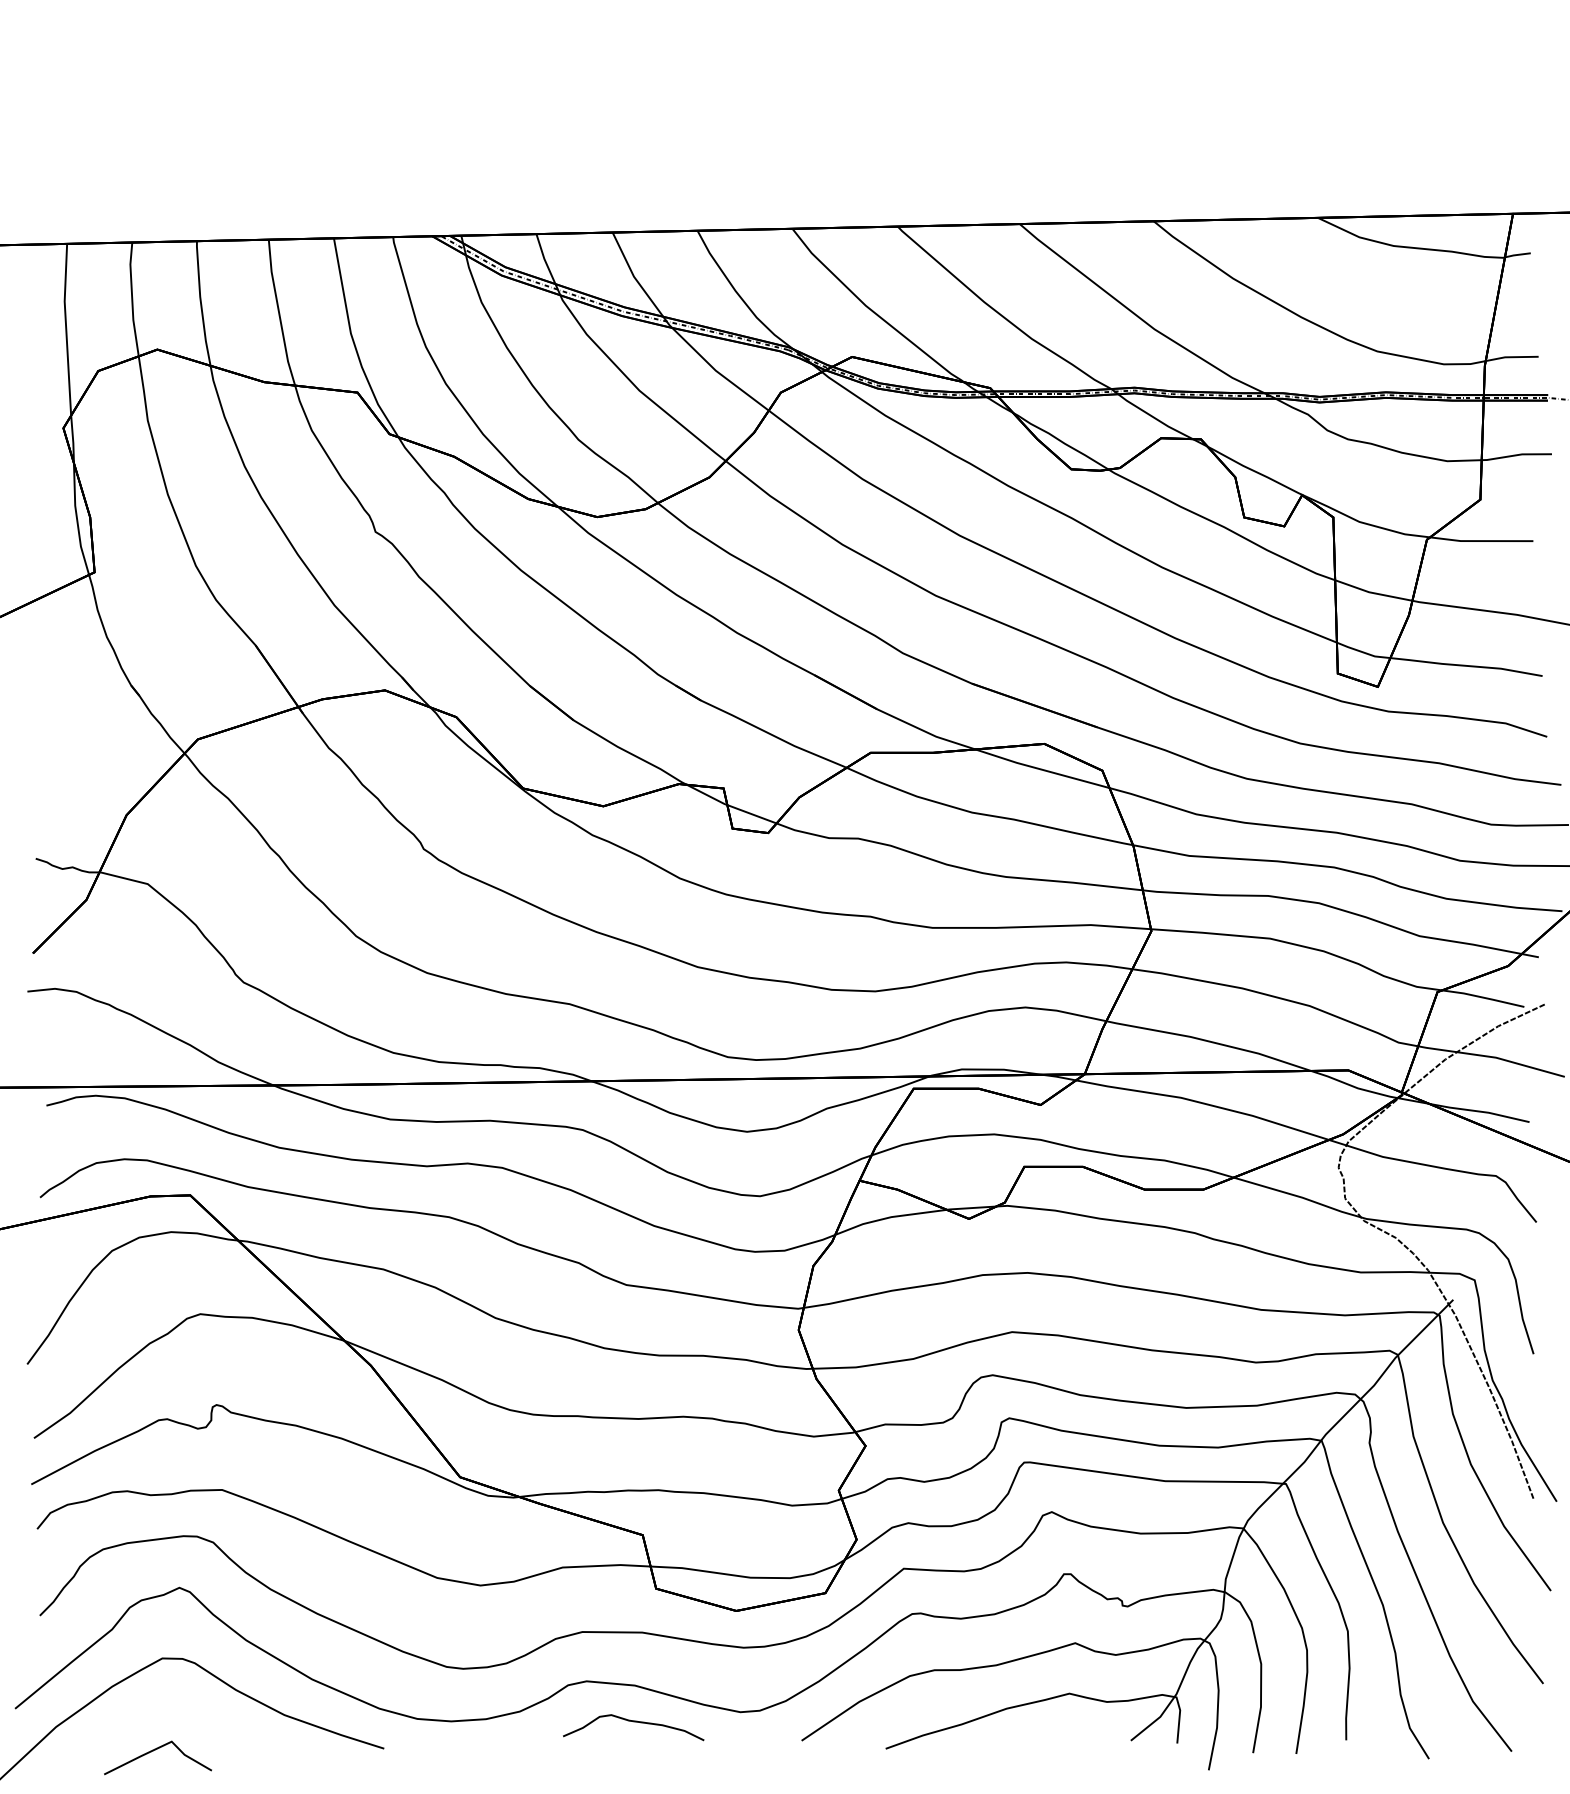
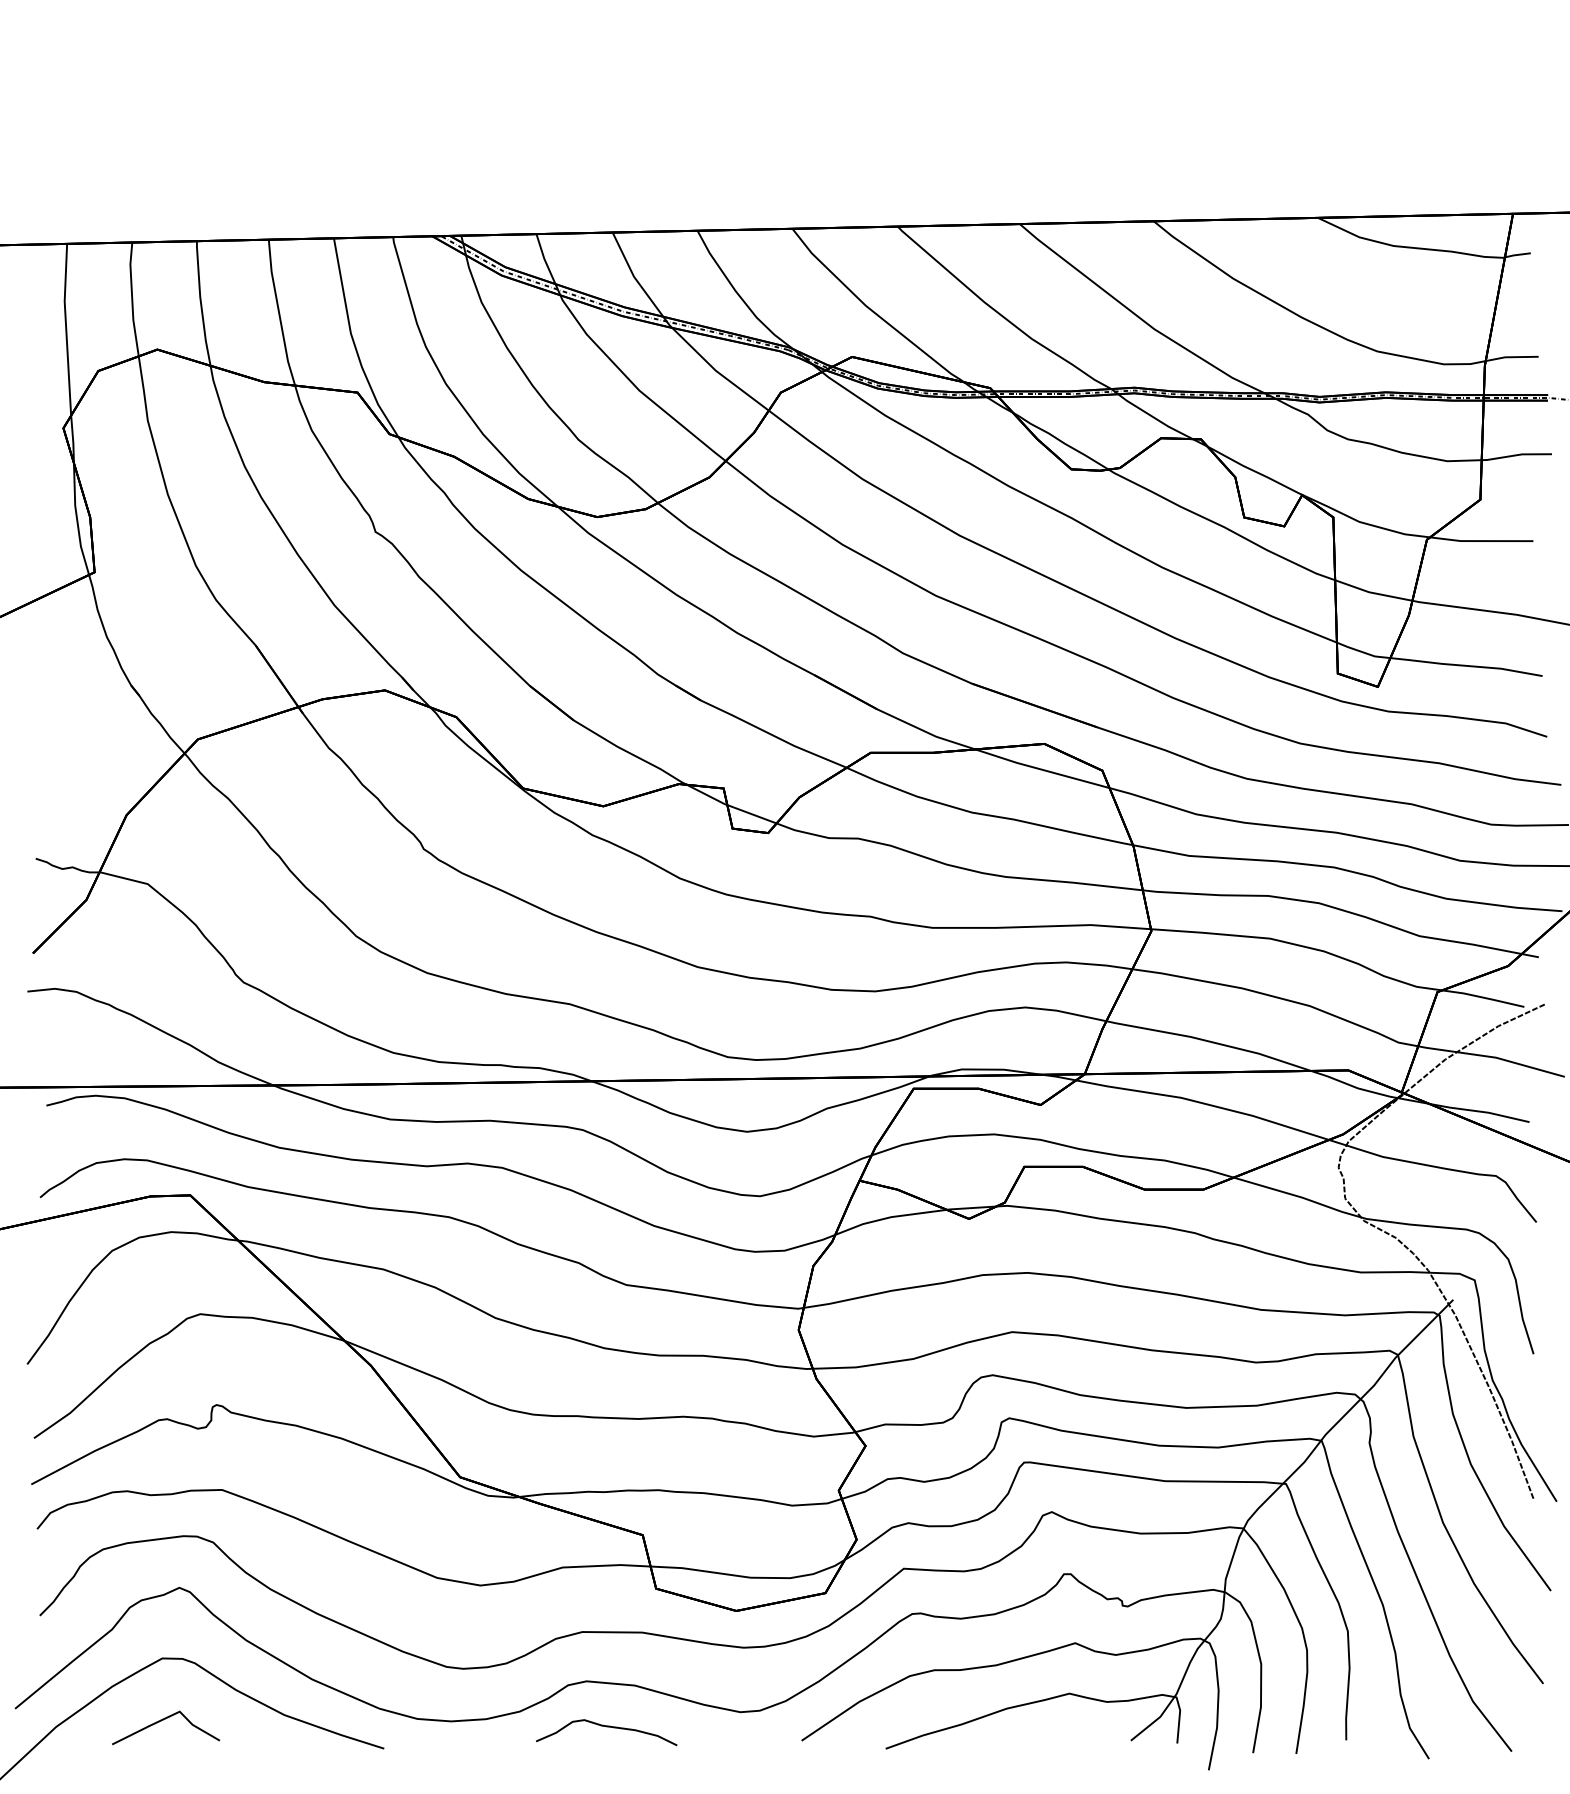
curve at (633, 1722) position: (633, 1722) -> (606, 1727)
line at (153, 1751) position: (153, 1751) -> (161, 1721)
